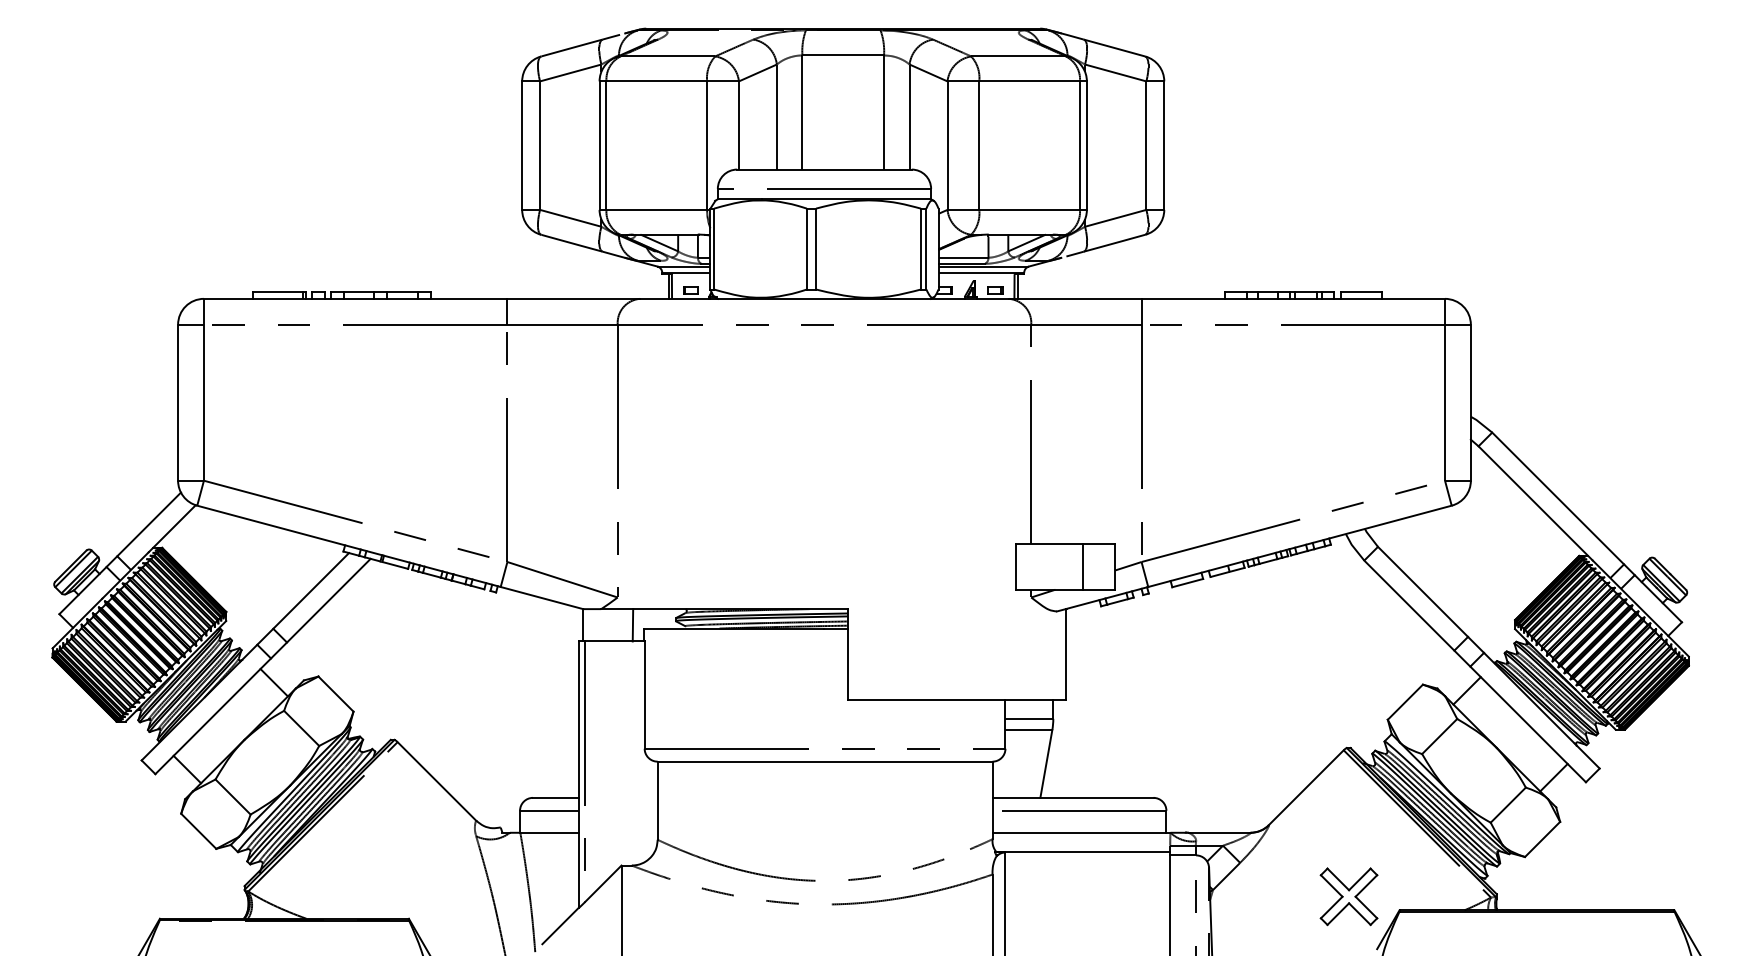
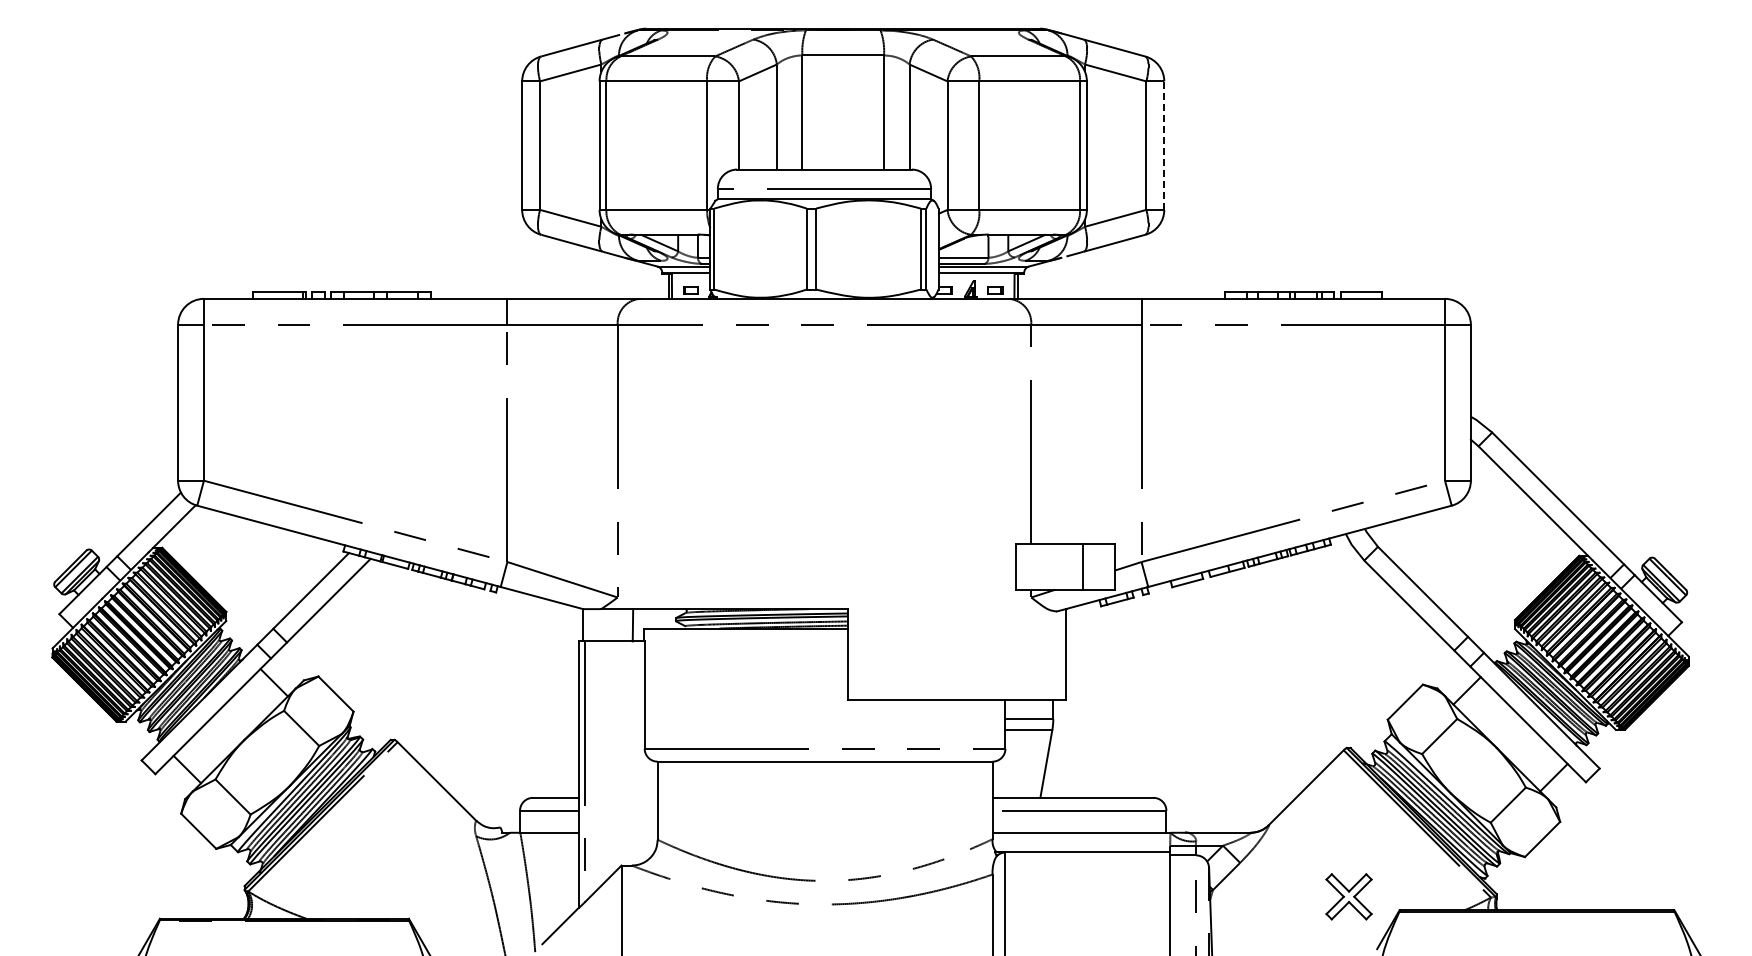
line at (1164, 145): solid -> dashed
part at (1348, 896) size: 60x60 px -> 48x48 px
